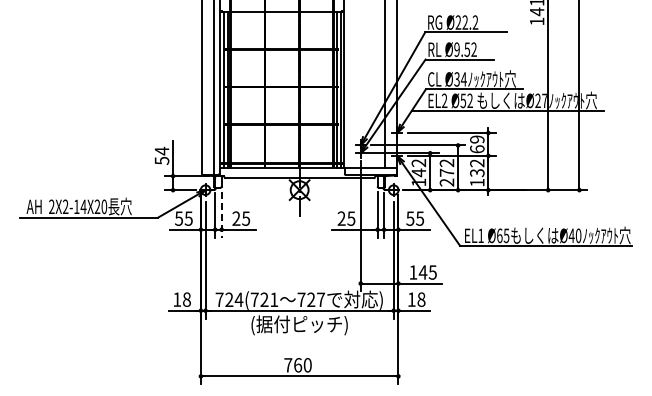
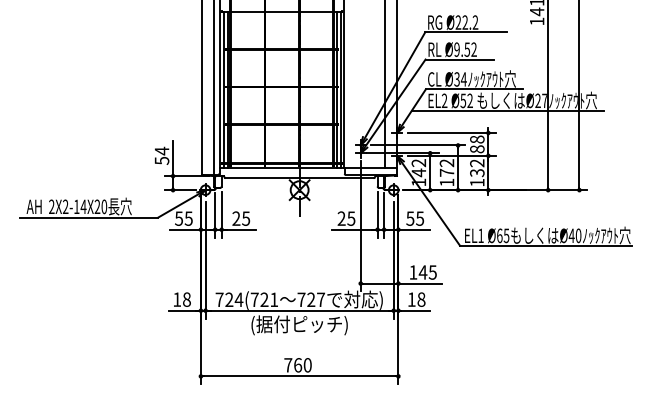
text at (477, 144): 69 -> 88
text at (446, 182): 272 -> 172
line at (221, 214): dashed -> solid
